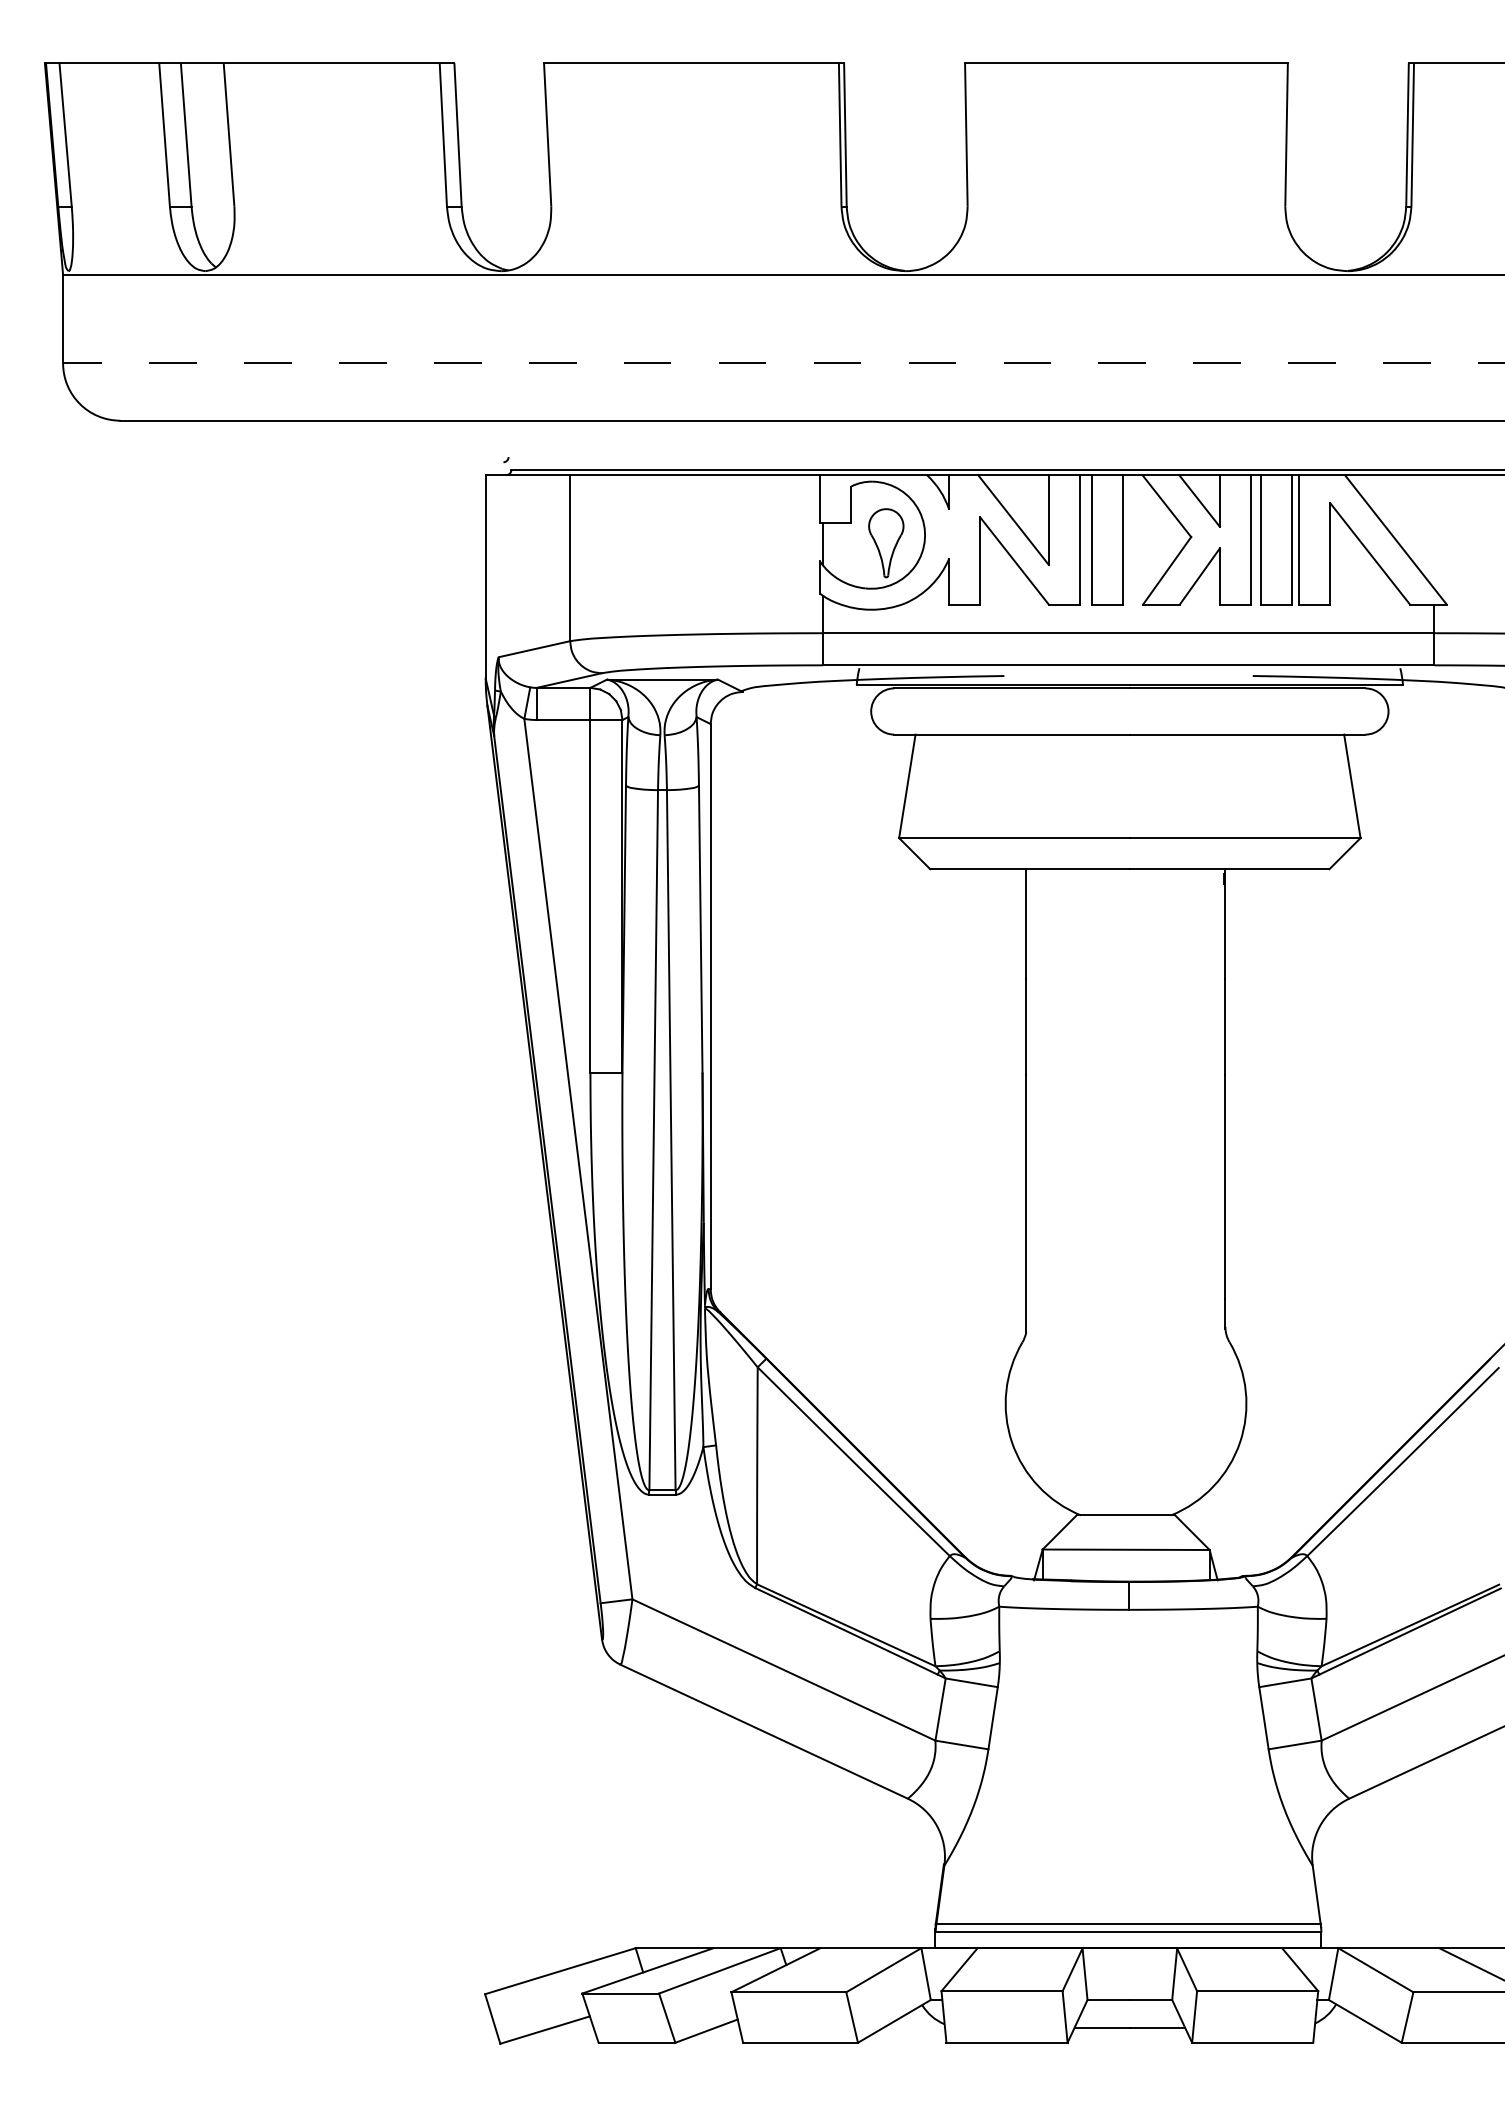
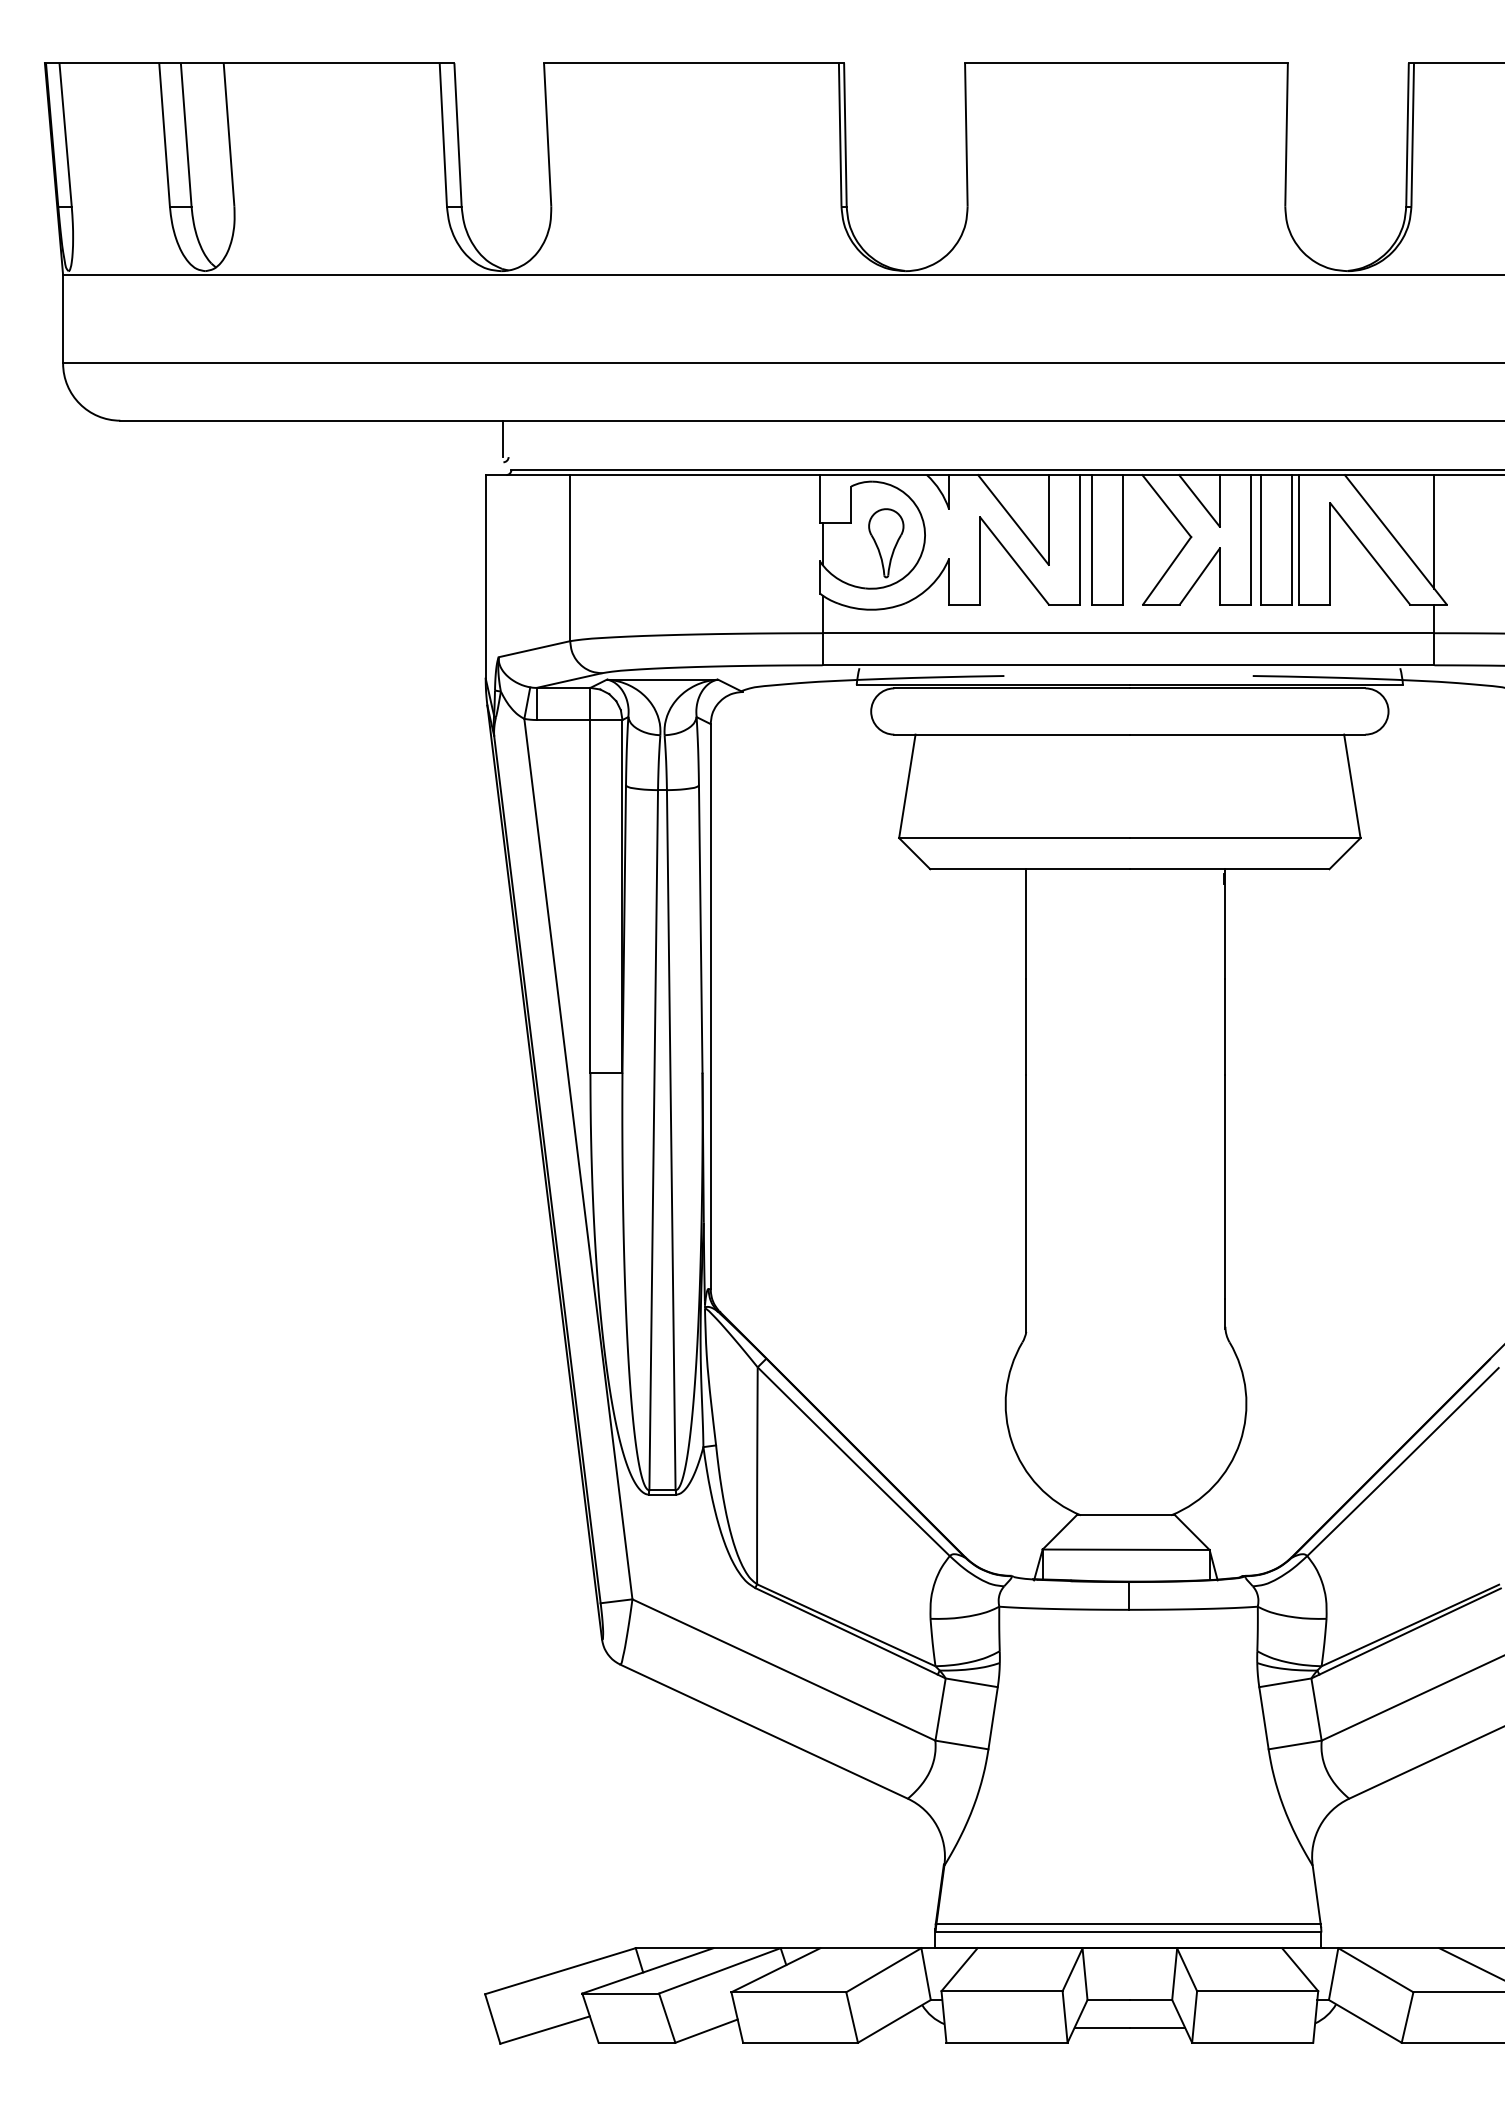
line at (784, 363): dashed -> solid
line at (502, 438): none -> present
line at (1434, 531): none -> present
